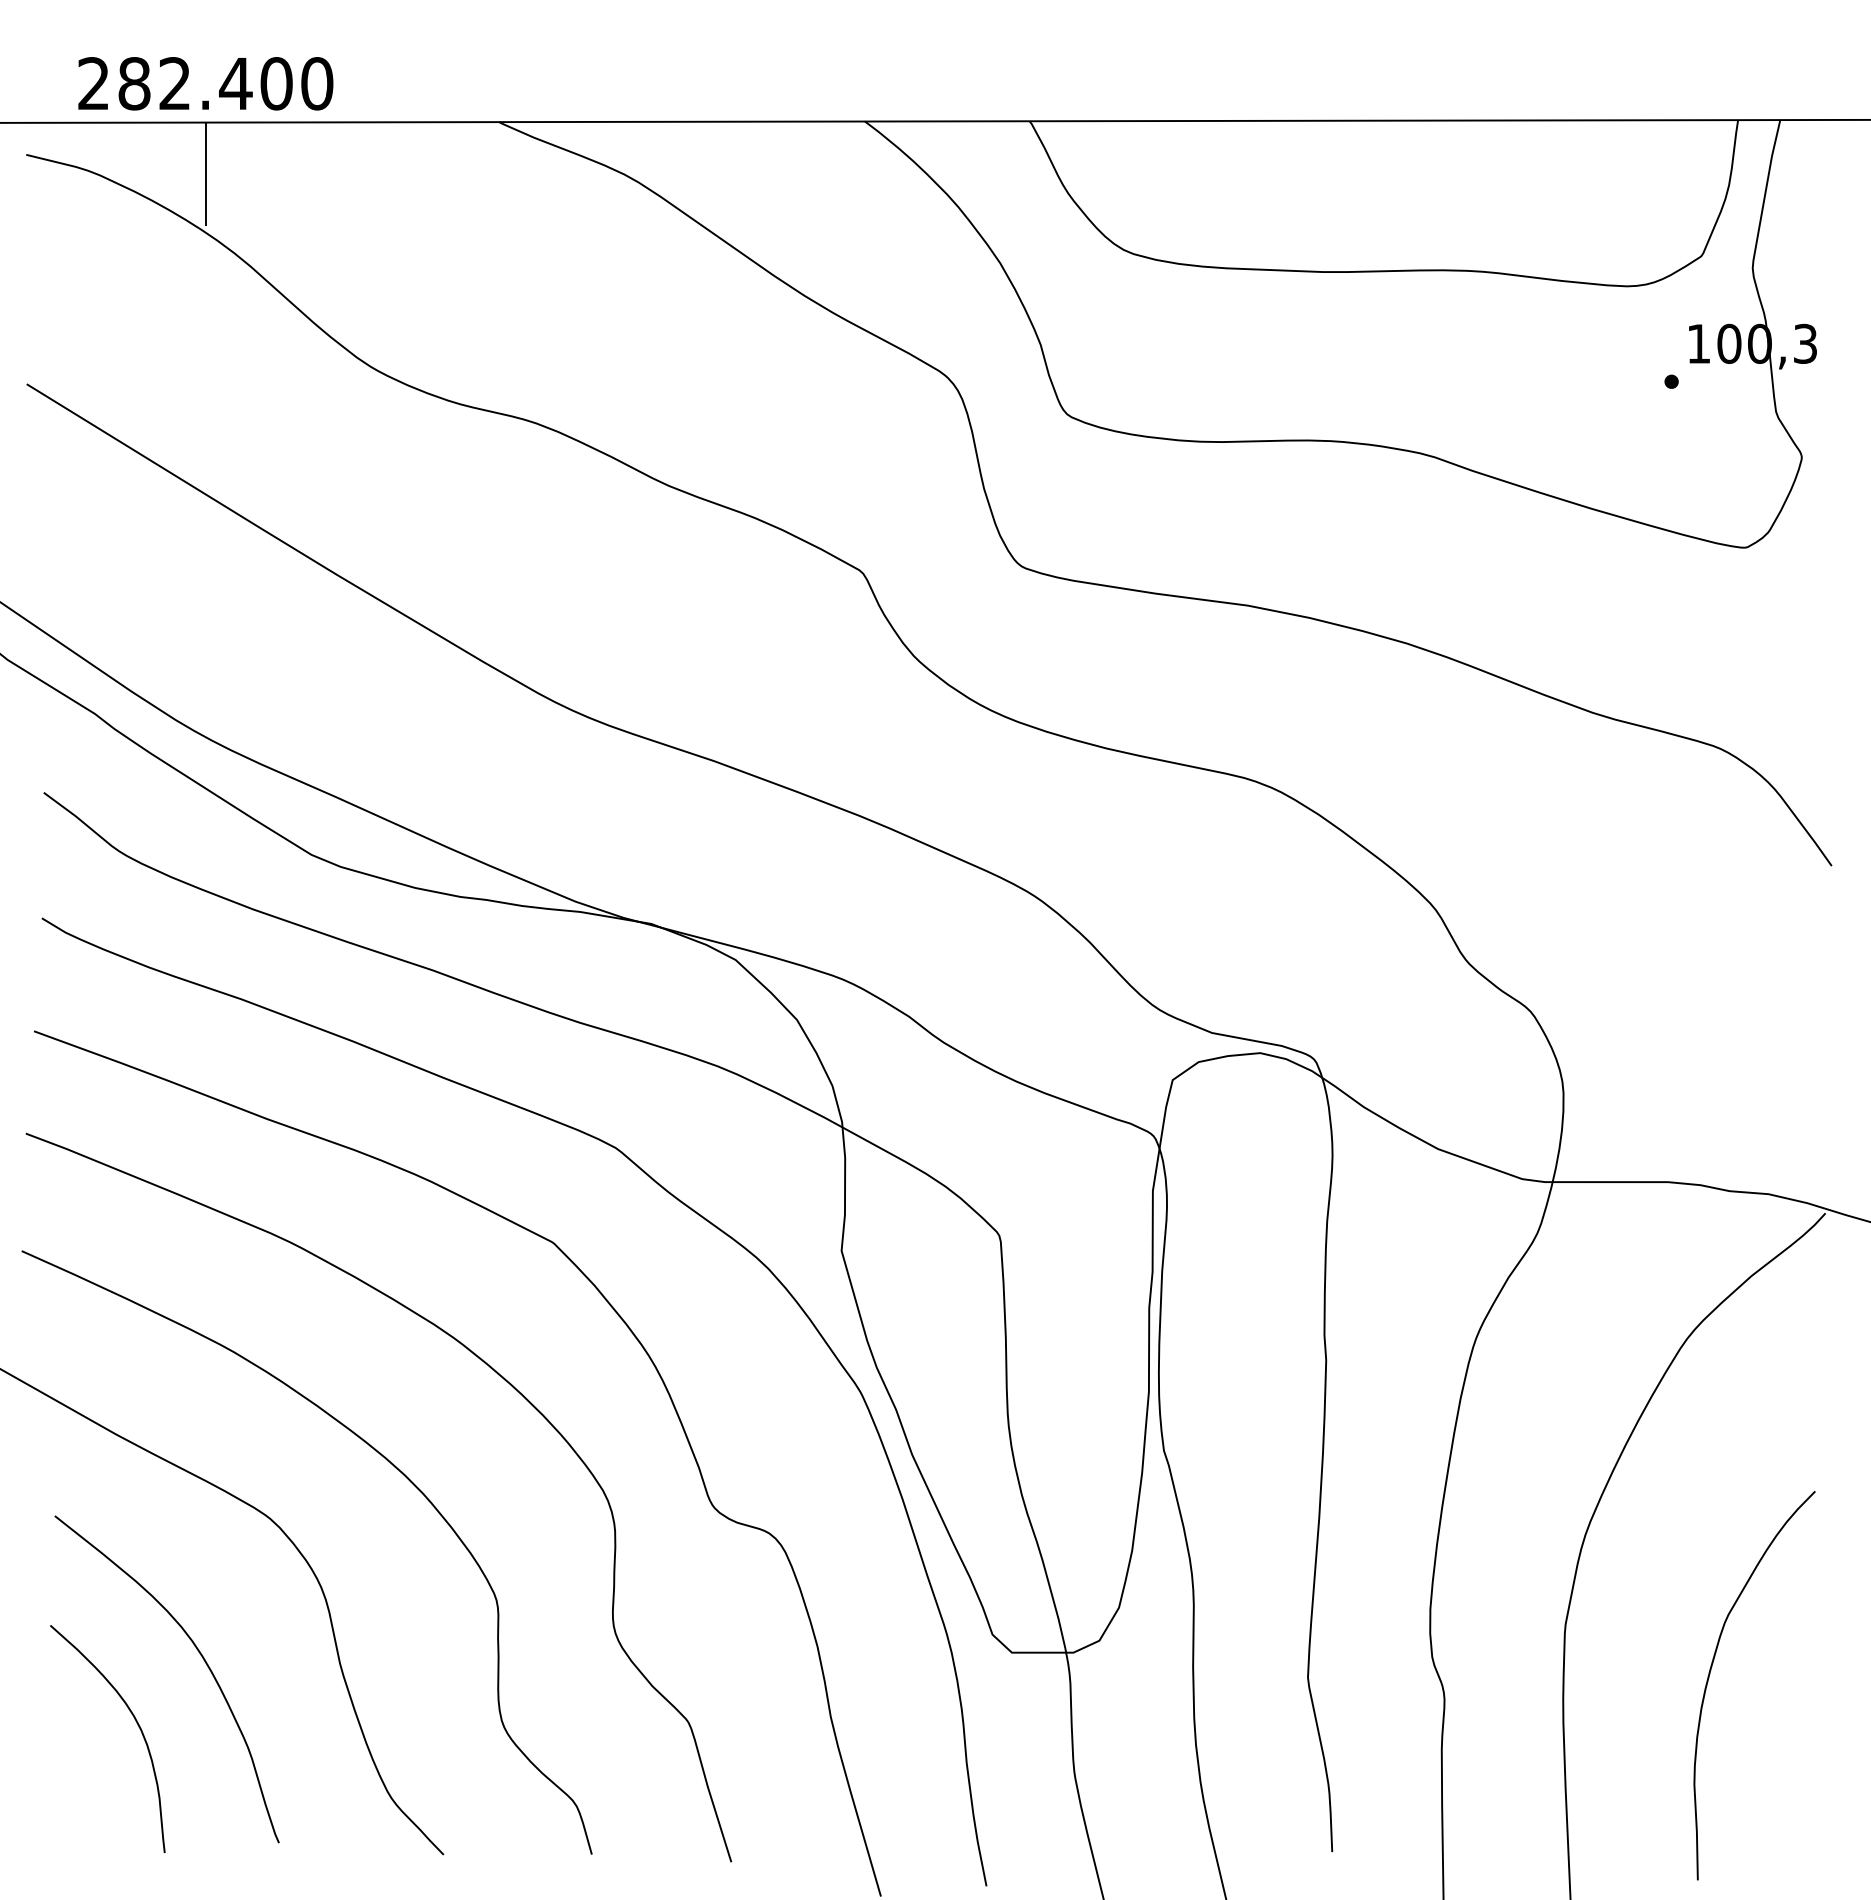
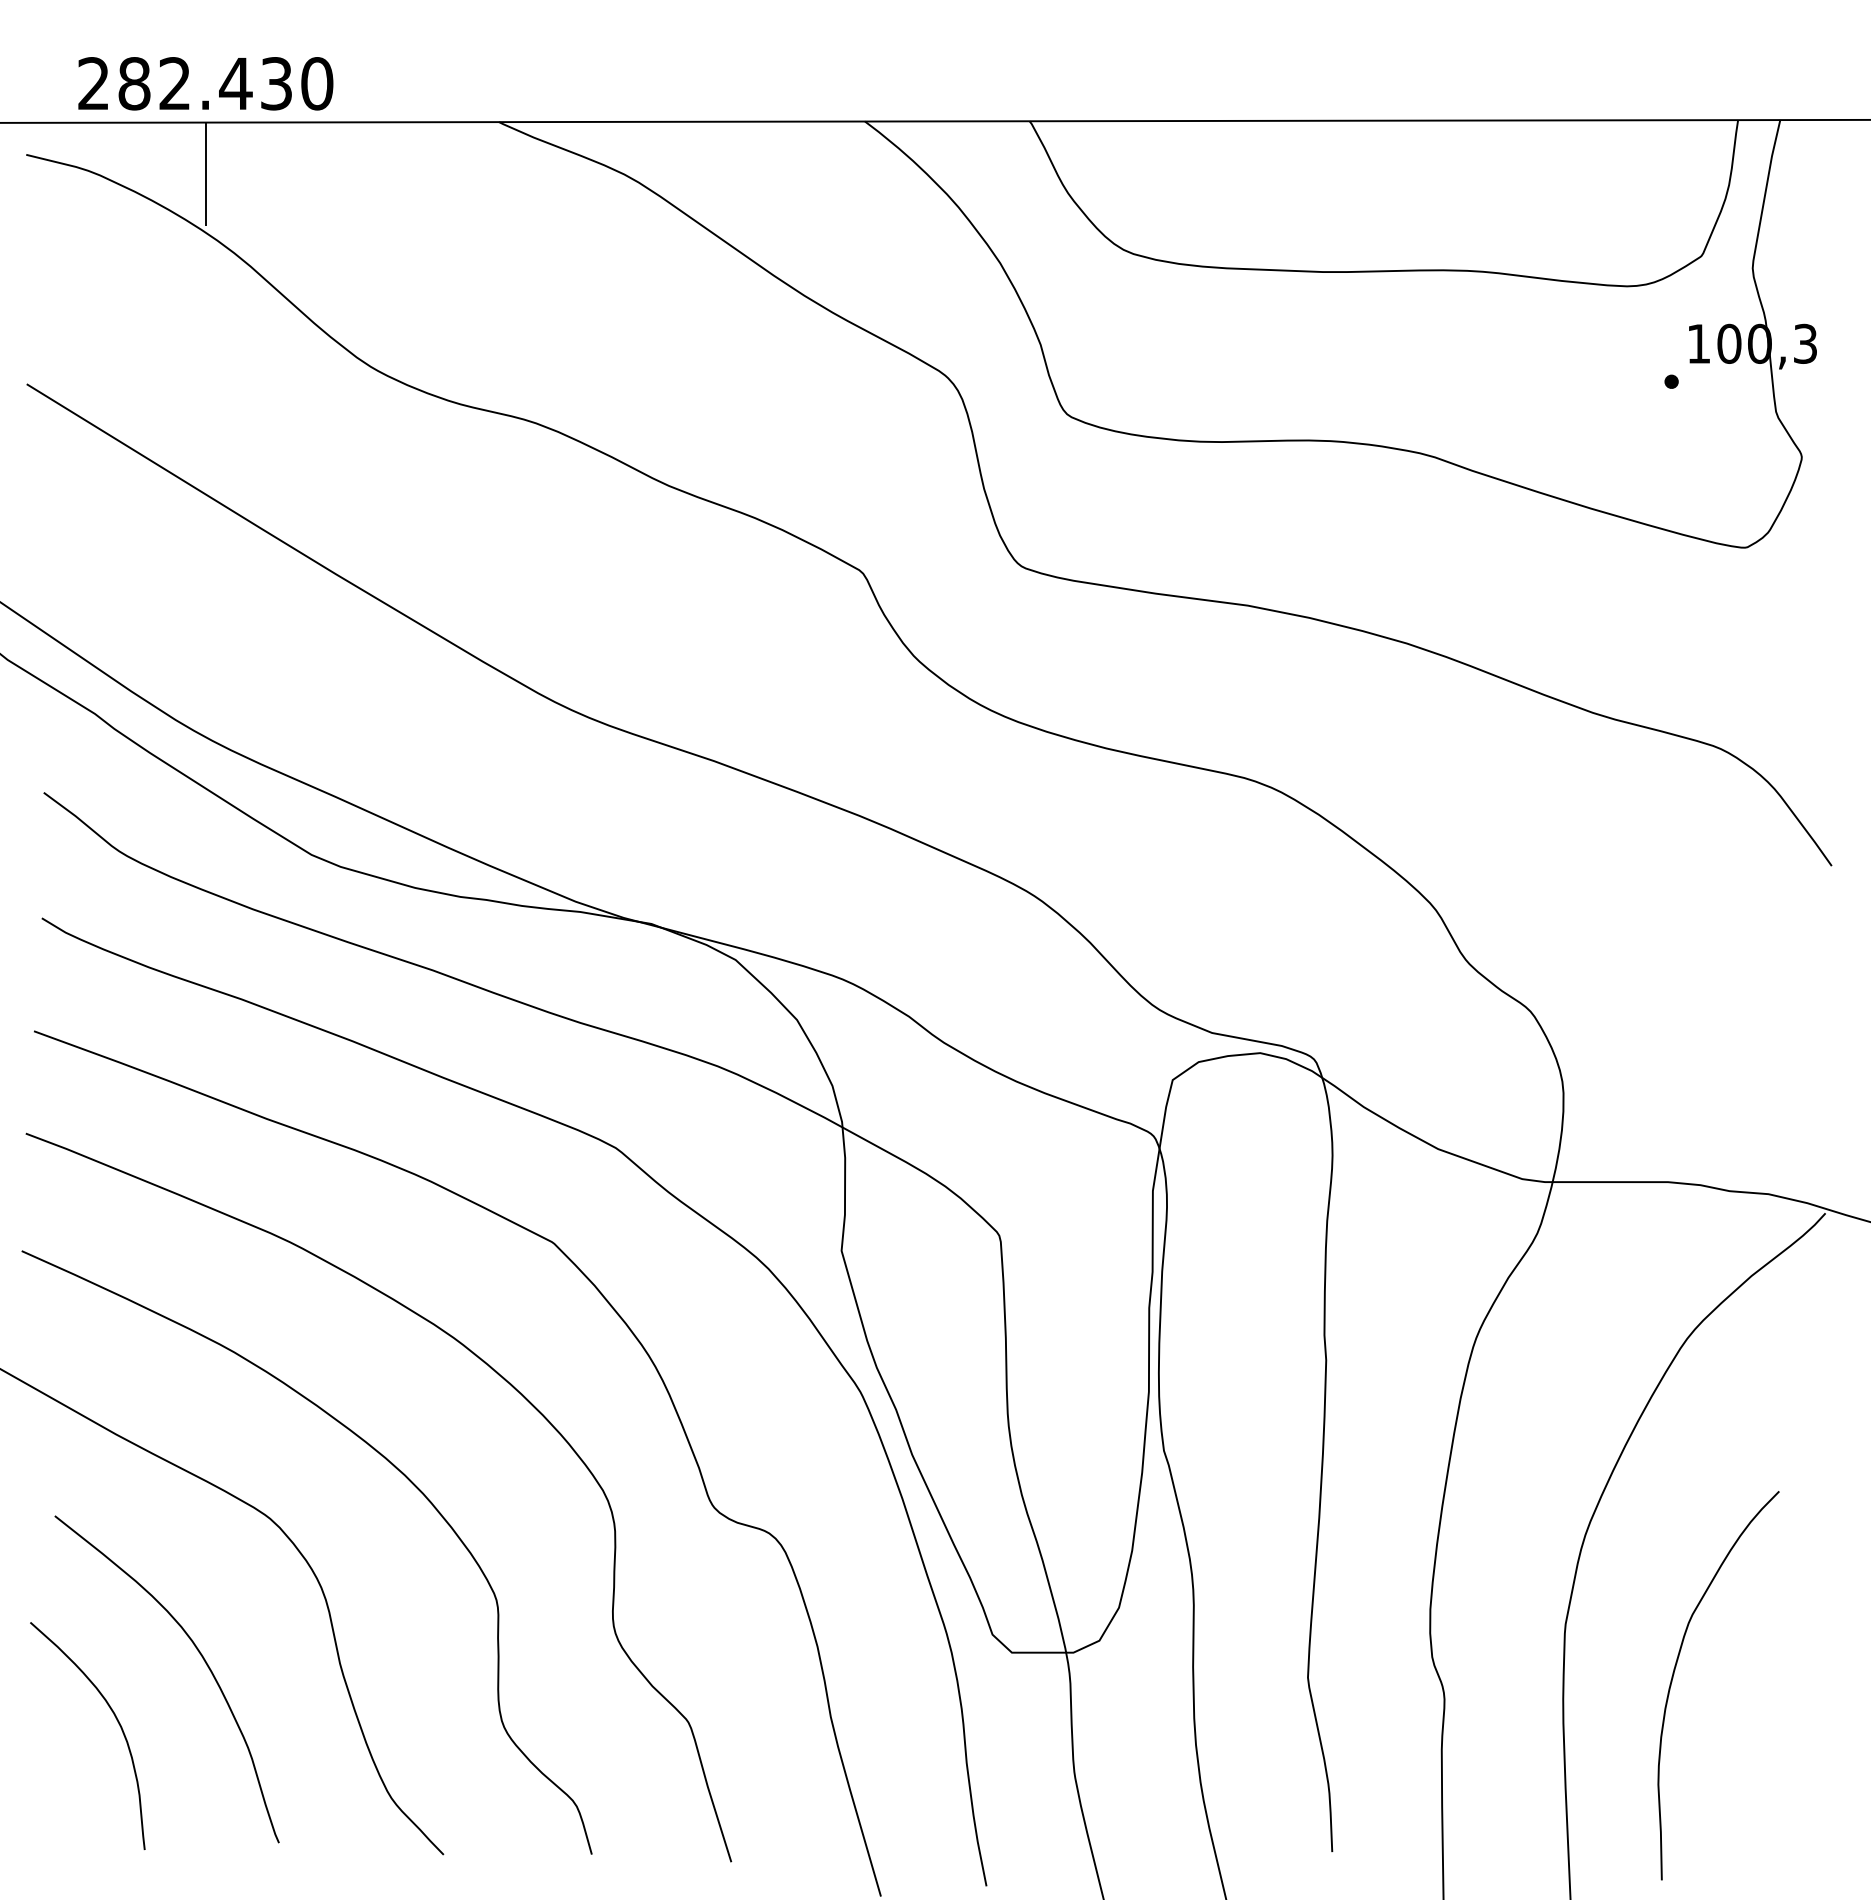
text at (276, 83): 282.400 -> 282.430
curve at (1710, 1674) position: (1710, 1674) -> (1674, 1674)
curve at (136, 1723) position: (136, 1723) -> (116, 1720)
